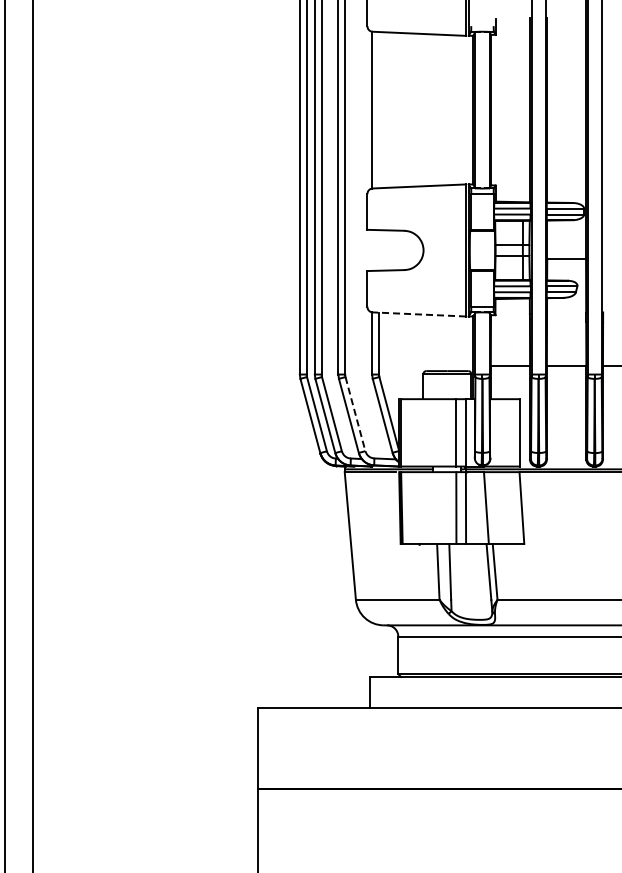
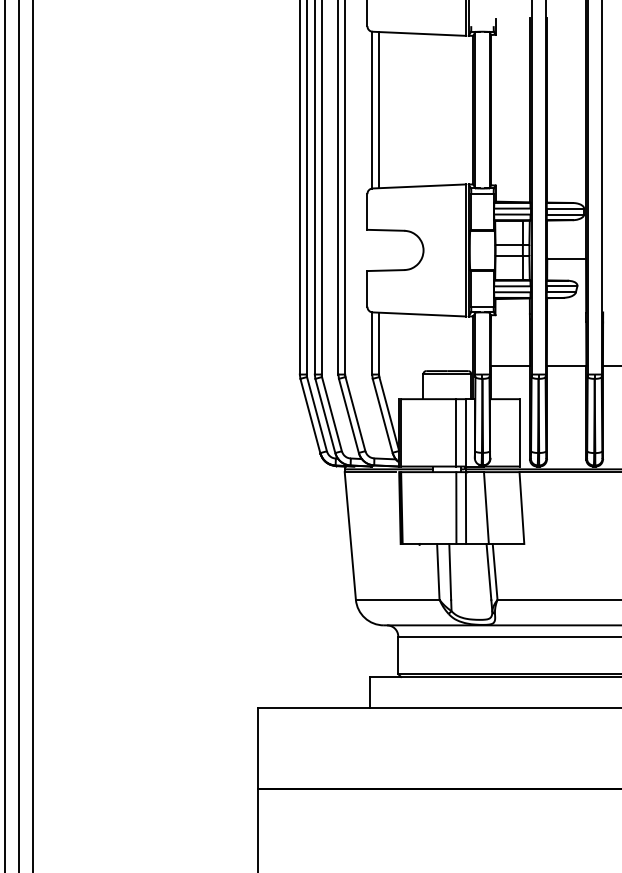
line at (379, 110): none -> present
line at (419, 314): dashed -> solid
line at (355, 414): dashed -> solid
line at (18, 435): none -> present
